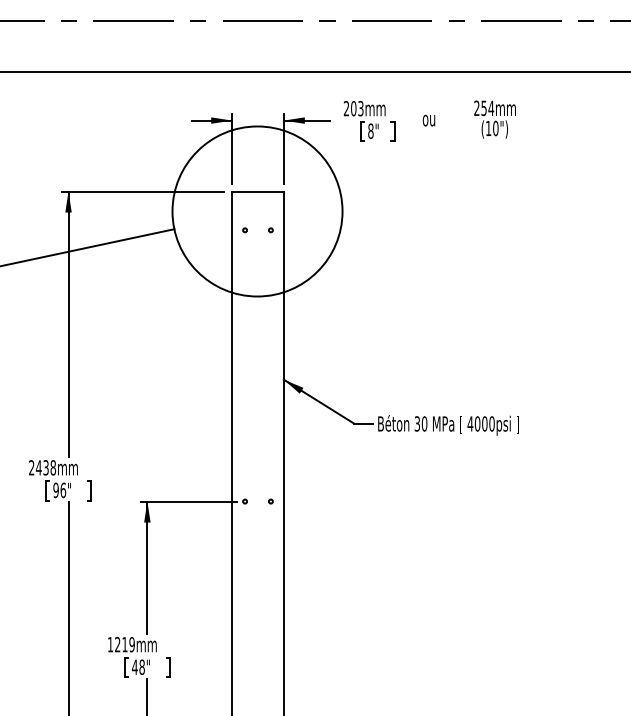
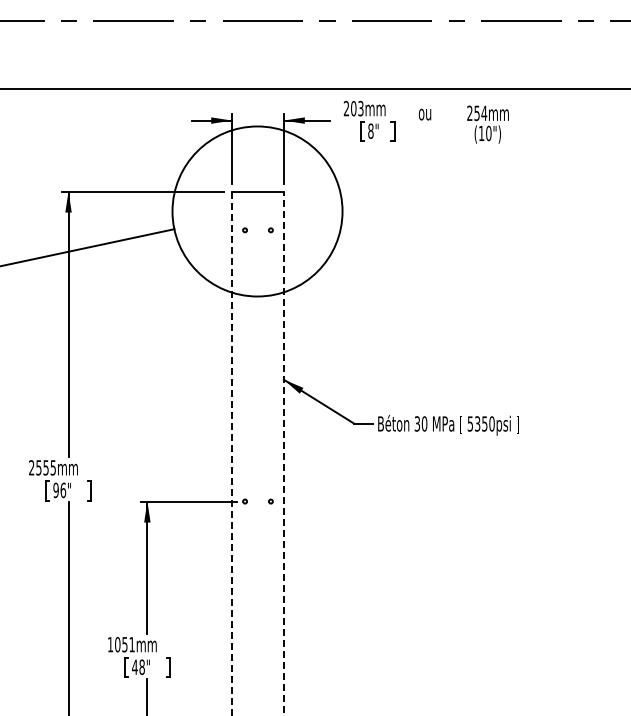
line at (314, 72) position: (314, 72) -> (314, 89)
text at (494, 119) position: (494, 119) -> (487, 124)
text at (428, 120) position: (428, 120) -> (424, 114)
text at (477, 423): 4000psi -> 5350psi
line at (232, 453): solid -> dashed
line at (283, 453): solid -> dashed
text at (46, 467): 2438mm -> 2555mm
text at (124, 644): 1219mm -> 1051mm
